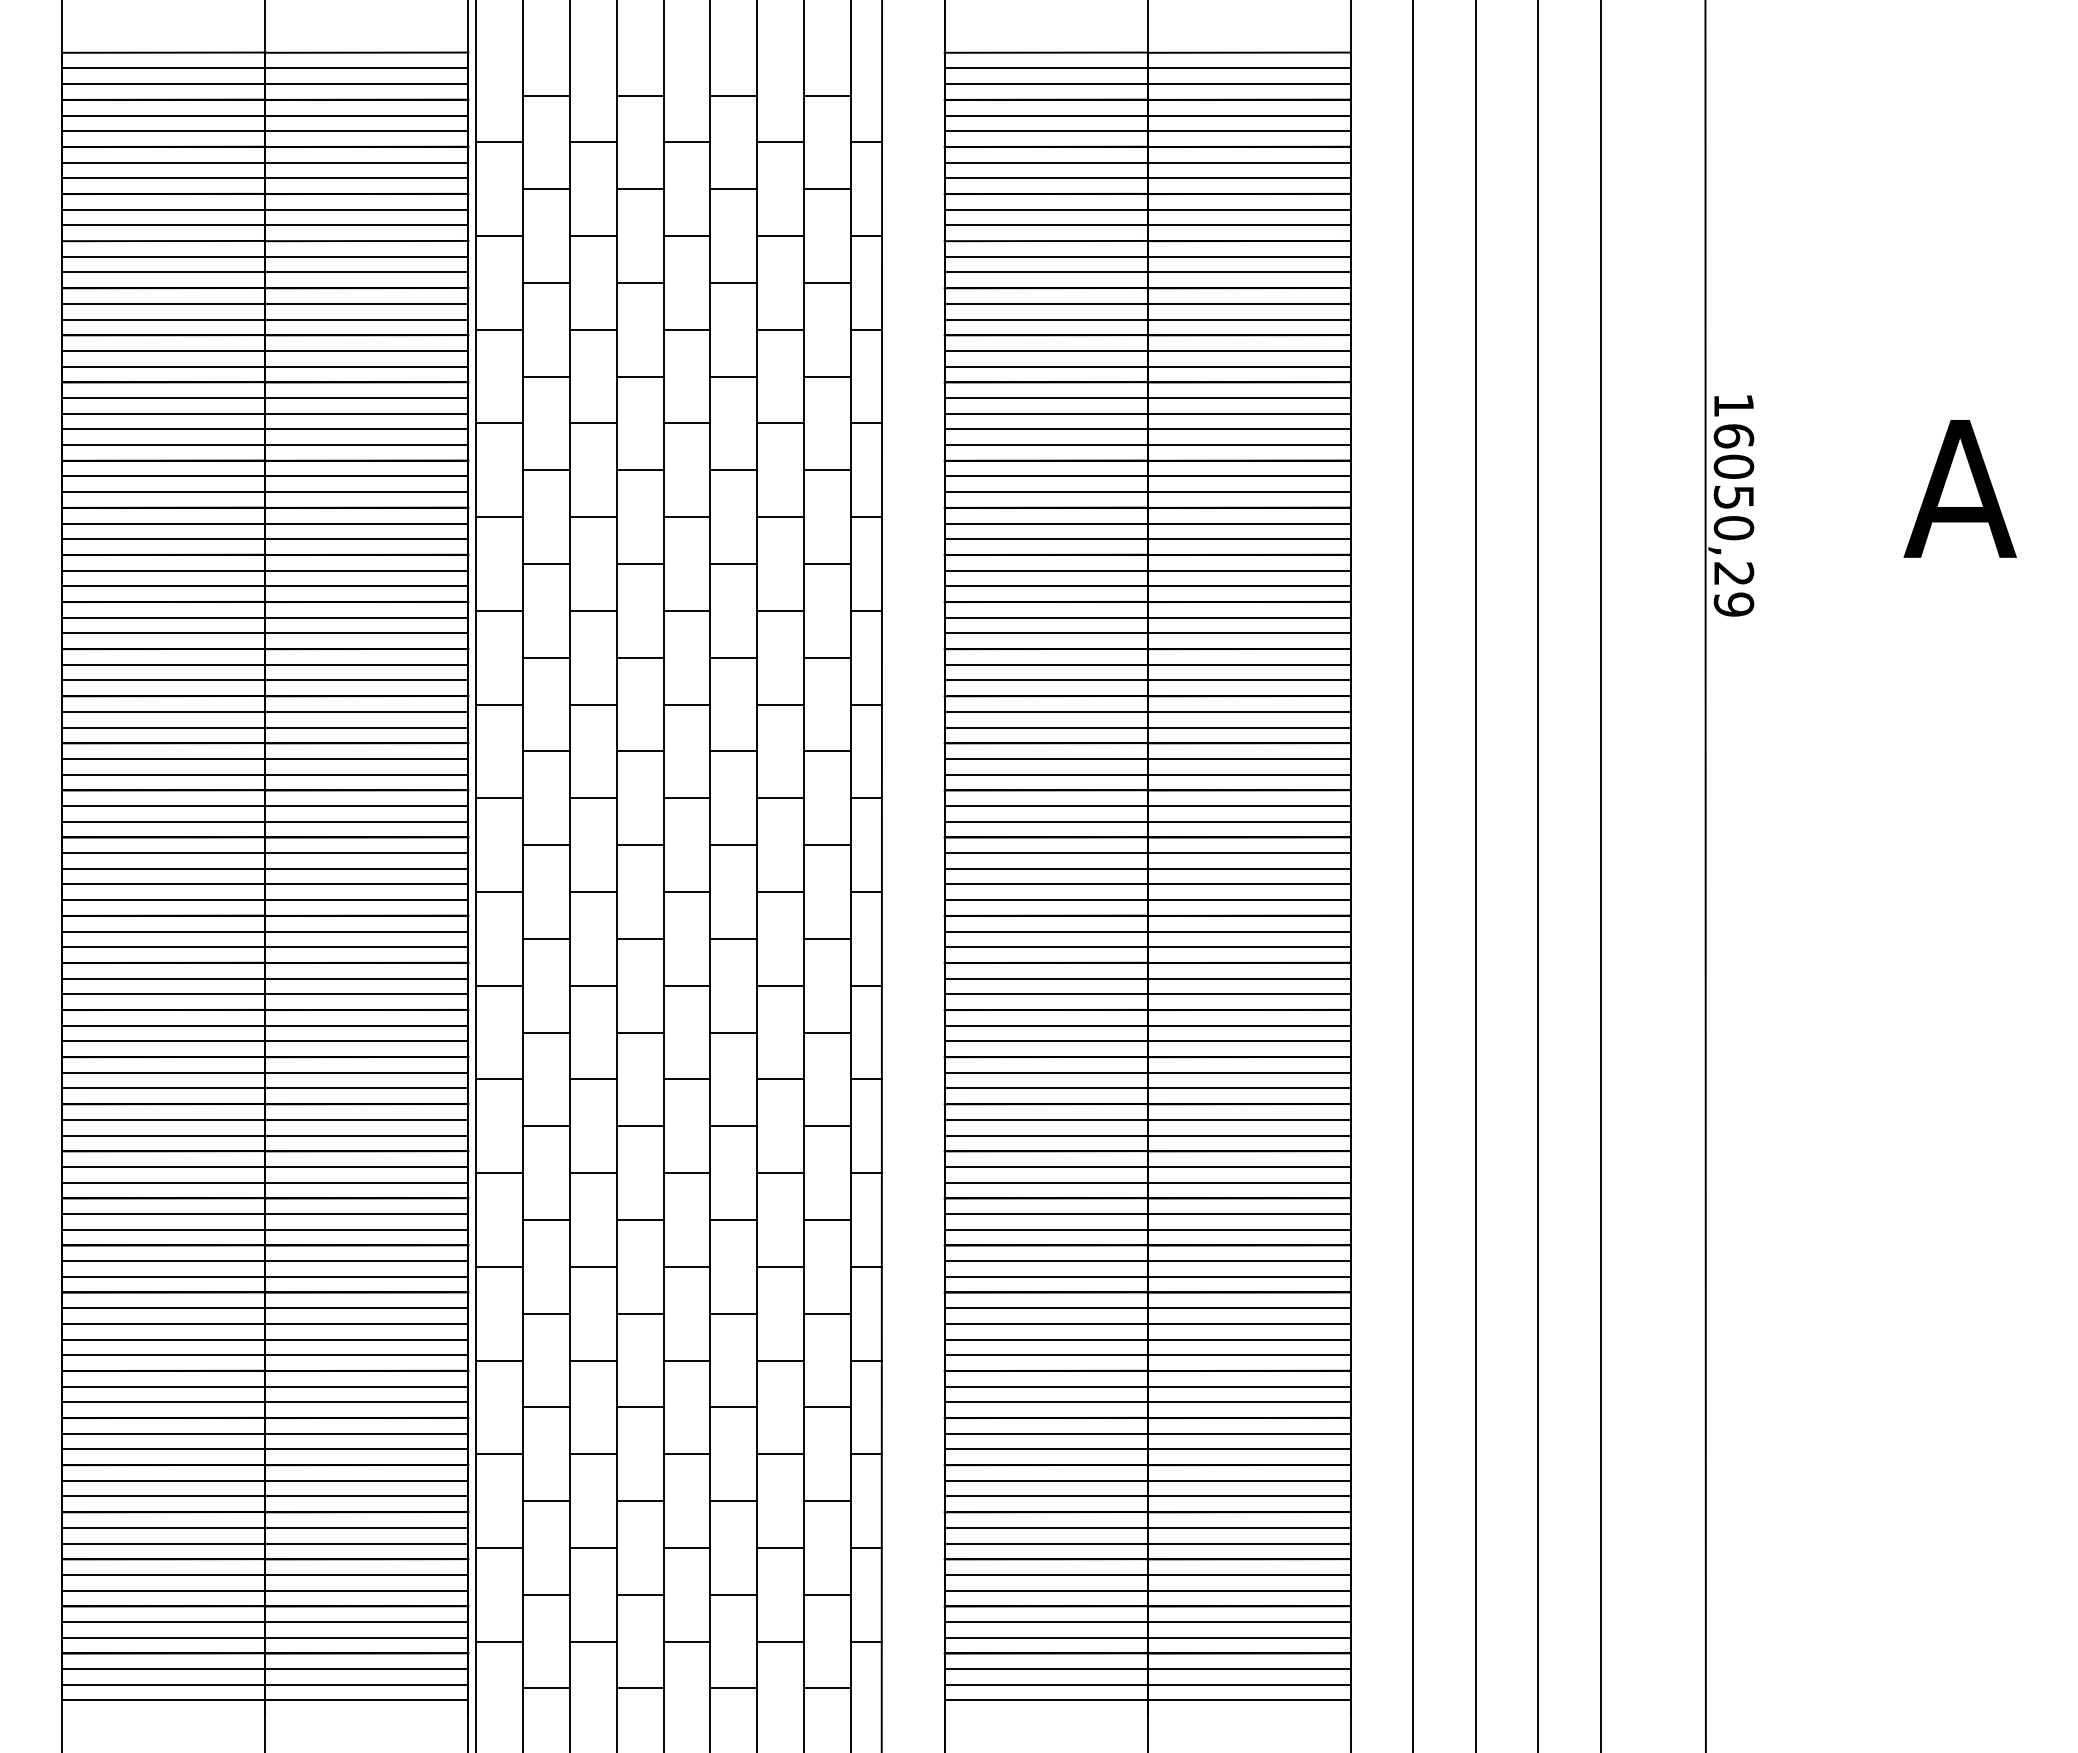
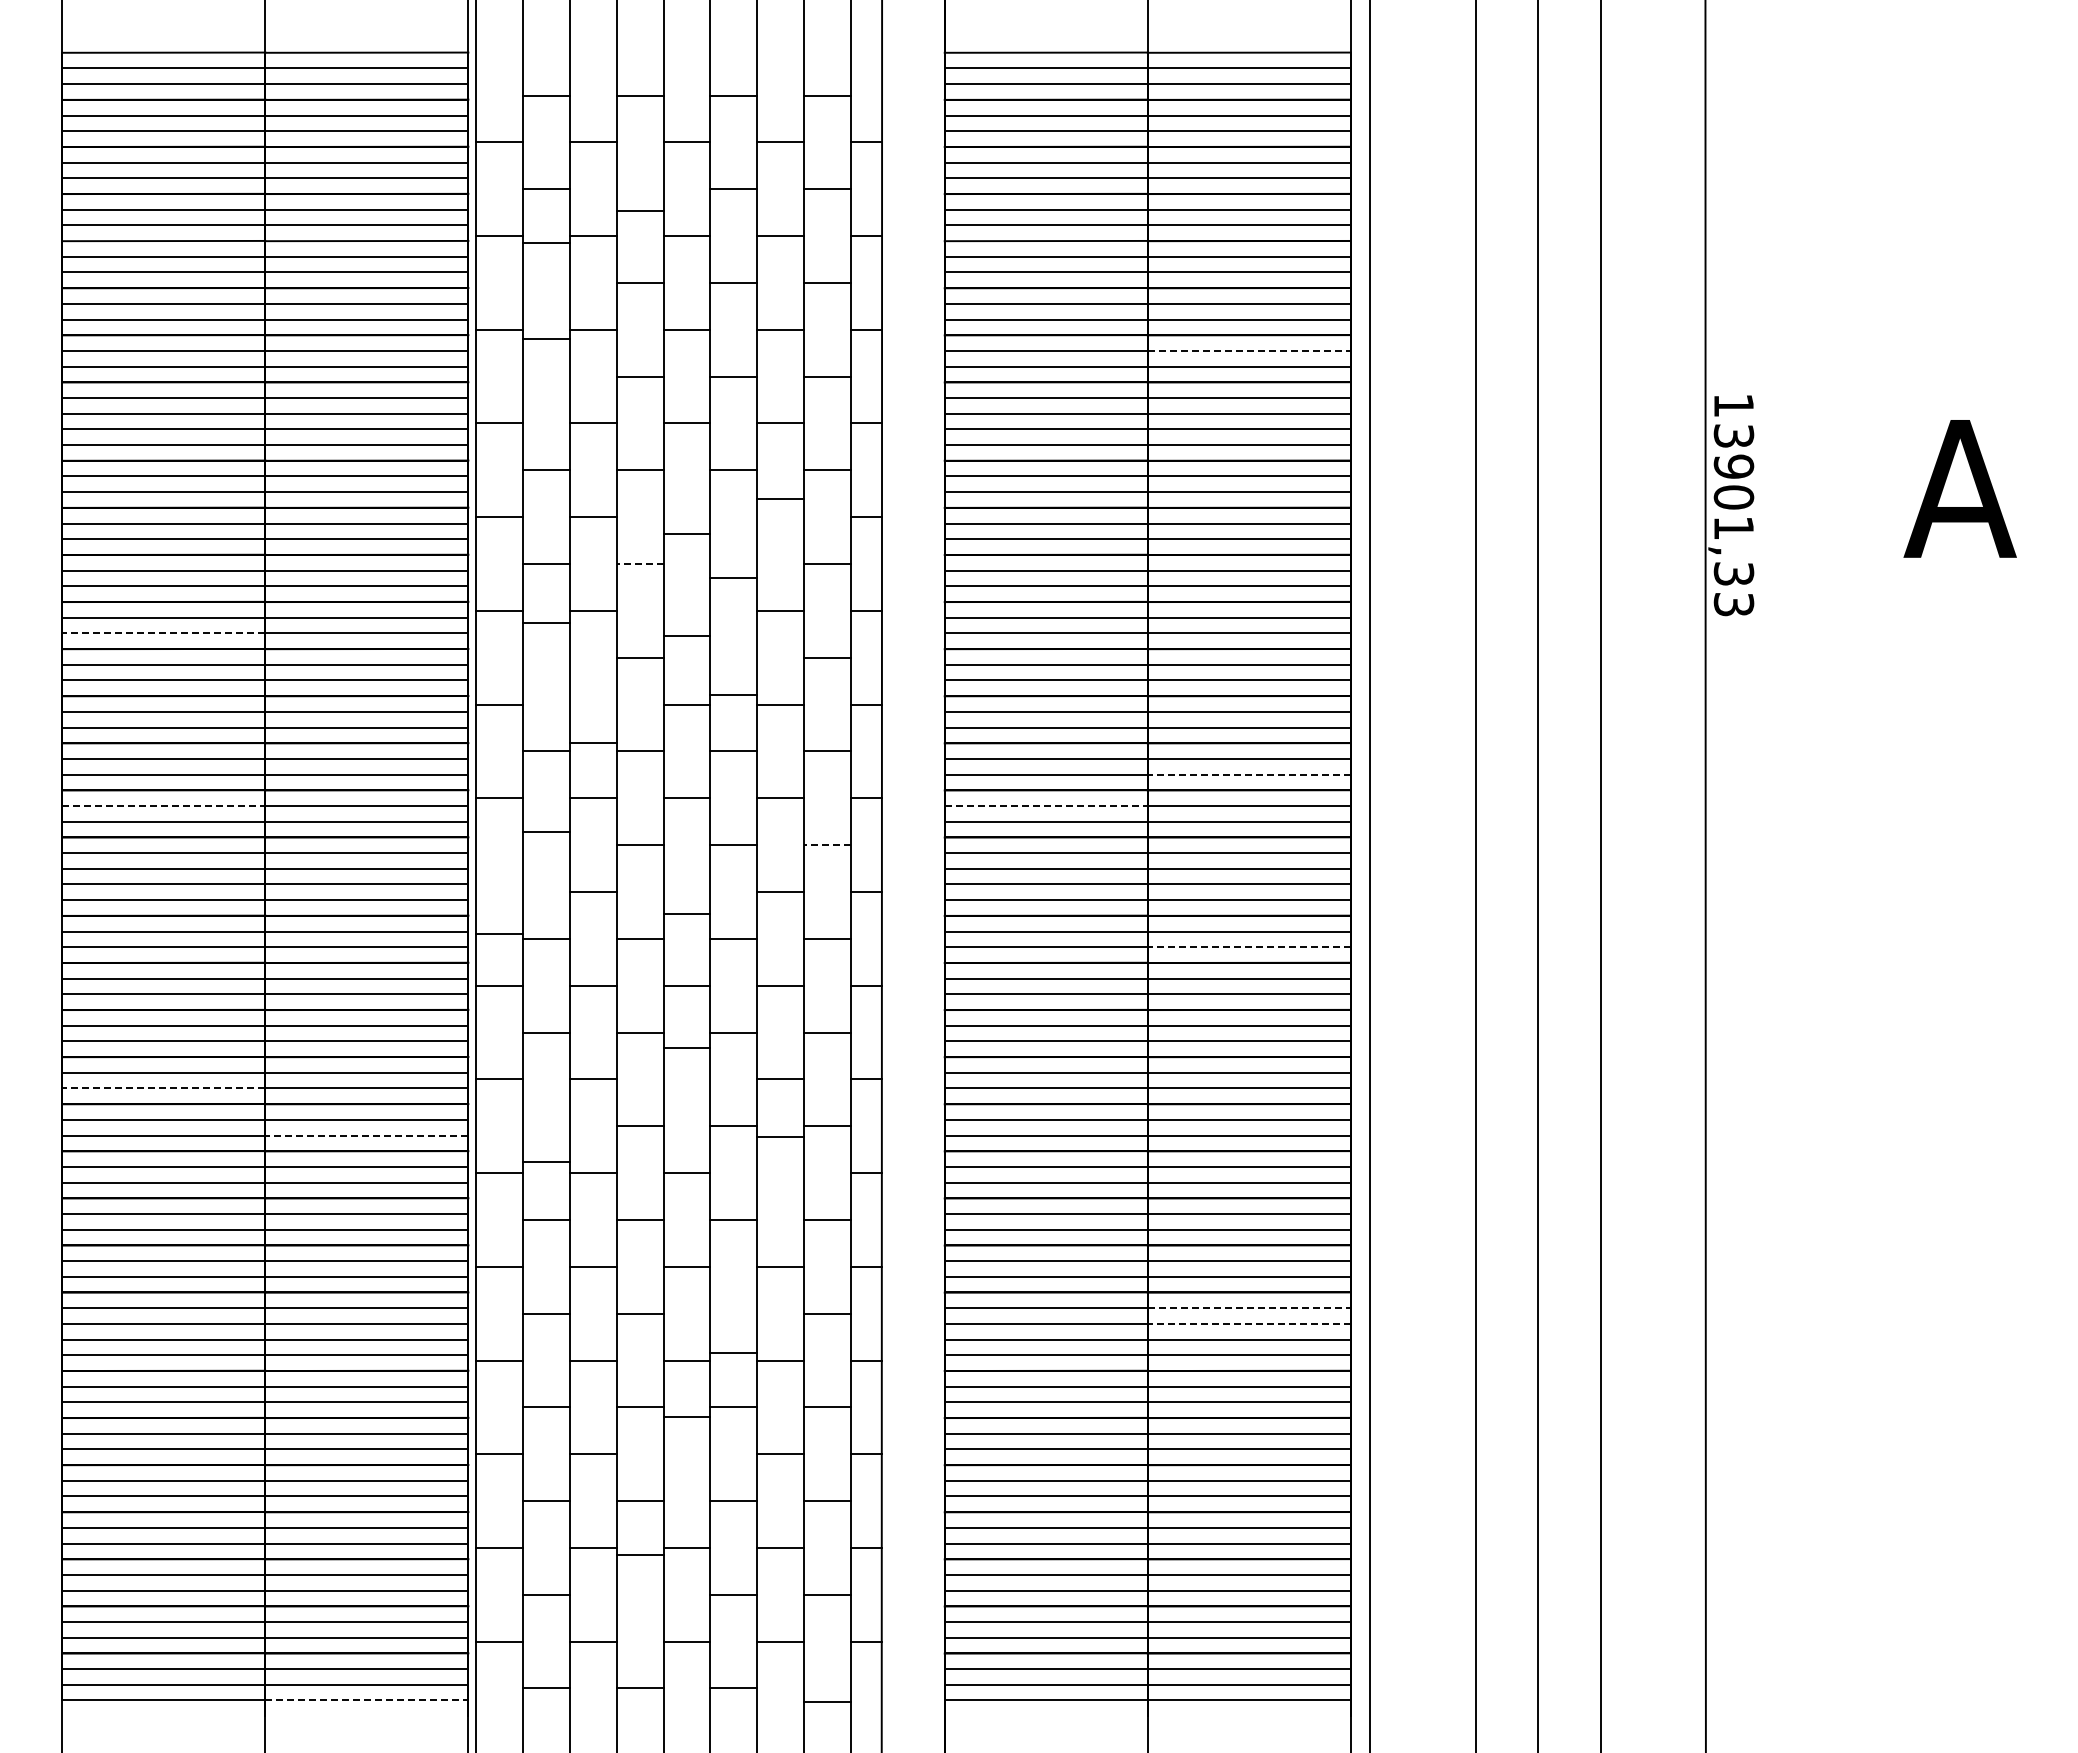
line at (639, 189) position: (639, 189) -> (639, 211)
line at (546, 282) position: (546, 282) -> (546, 242)
line at (1249, 351): solid -> dashed
line at (546, 376) position: (546, 376) -> (546, 338)
line at (686, 517) position: (686, 517) -> (686, 534)
line at (780, 517) position: (780, 517) -> (780, 499)
text at (1733, 520): 16050,29 -> 13901,33
line at (639, 564): solid -> dashed
line at (733, 564) position: (733, 564) -> (733, 578)
line at (686, 610) position: (686, 610) -> (686, 635)
line at (163, 633): solid -> dashed
line at (546, 657) position: (546, 657) -> (546, 622)
line at (733, 657) position: (733, 657) -> (733, 694)
line at (592, 704) position: (592, 704) -> (592, 742)
line at (1249, 774): solid -> dashed
line at (163, 806): solid -> dashed
line at (1046, 806): solid -> dashed
line at (546, 845) position: (546, 845) -> (546, 832)
line at (827, 845): solid -> dashed
line at (1413, 875) position: (1413, 875) -> (1370, 875)
line at (499, 892) position: (499, 892) -> (499, 934)
line at (686, 892) position: (686, 892) -> (686, 914)
line at (1249, 947): solid -> dashed
line at (686, 1079) position: (686, 1079) -> (686, 1048)
line at (163, 1088): solid -> dashed
line at (546, 1126) position: (546, 1126) -> (546, 1162)
line at (366, 1135): solid -> dashed
line at (780, 1173) position: (780, 1173) -> (780, 1137)
line at (1249, 1308): solid -> dashed
line at (733, 1313) position: (733, 1313) -> (733, 1352)
line at (1249, 1323): solid -> dashed
line at (686, 1454) position: (686, 1454) -> (686, 1417)
line at (639, 1594) position: (639, 1594) -> (639, 1554)
line at (827, 1688) position: (827, 1688) -> (827, 1702)
line at (366, 1700): solid -> dashed
